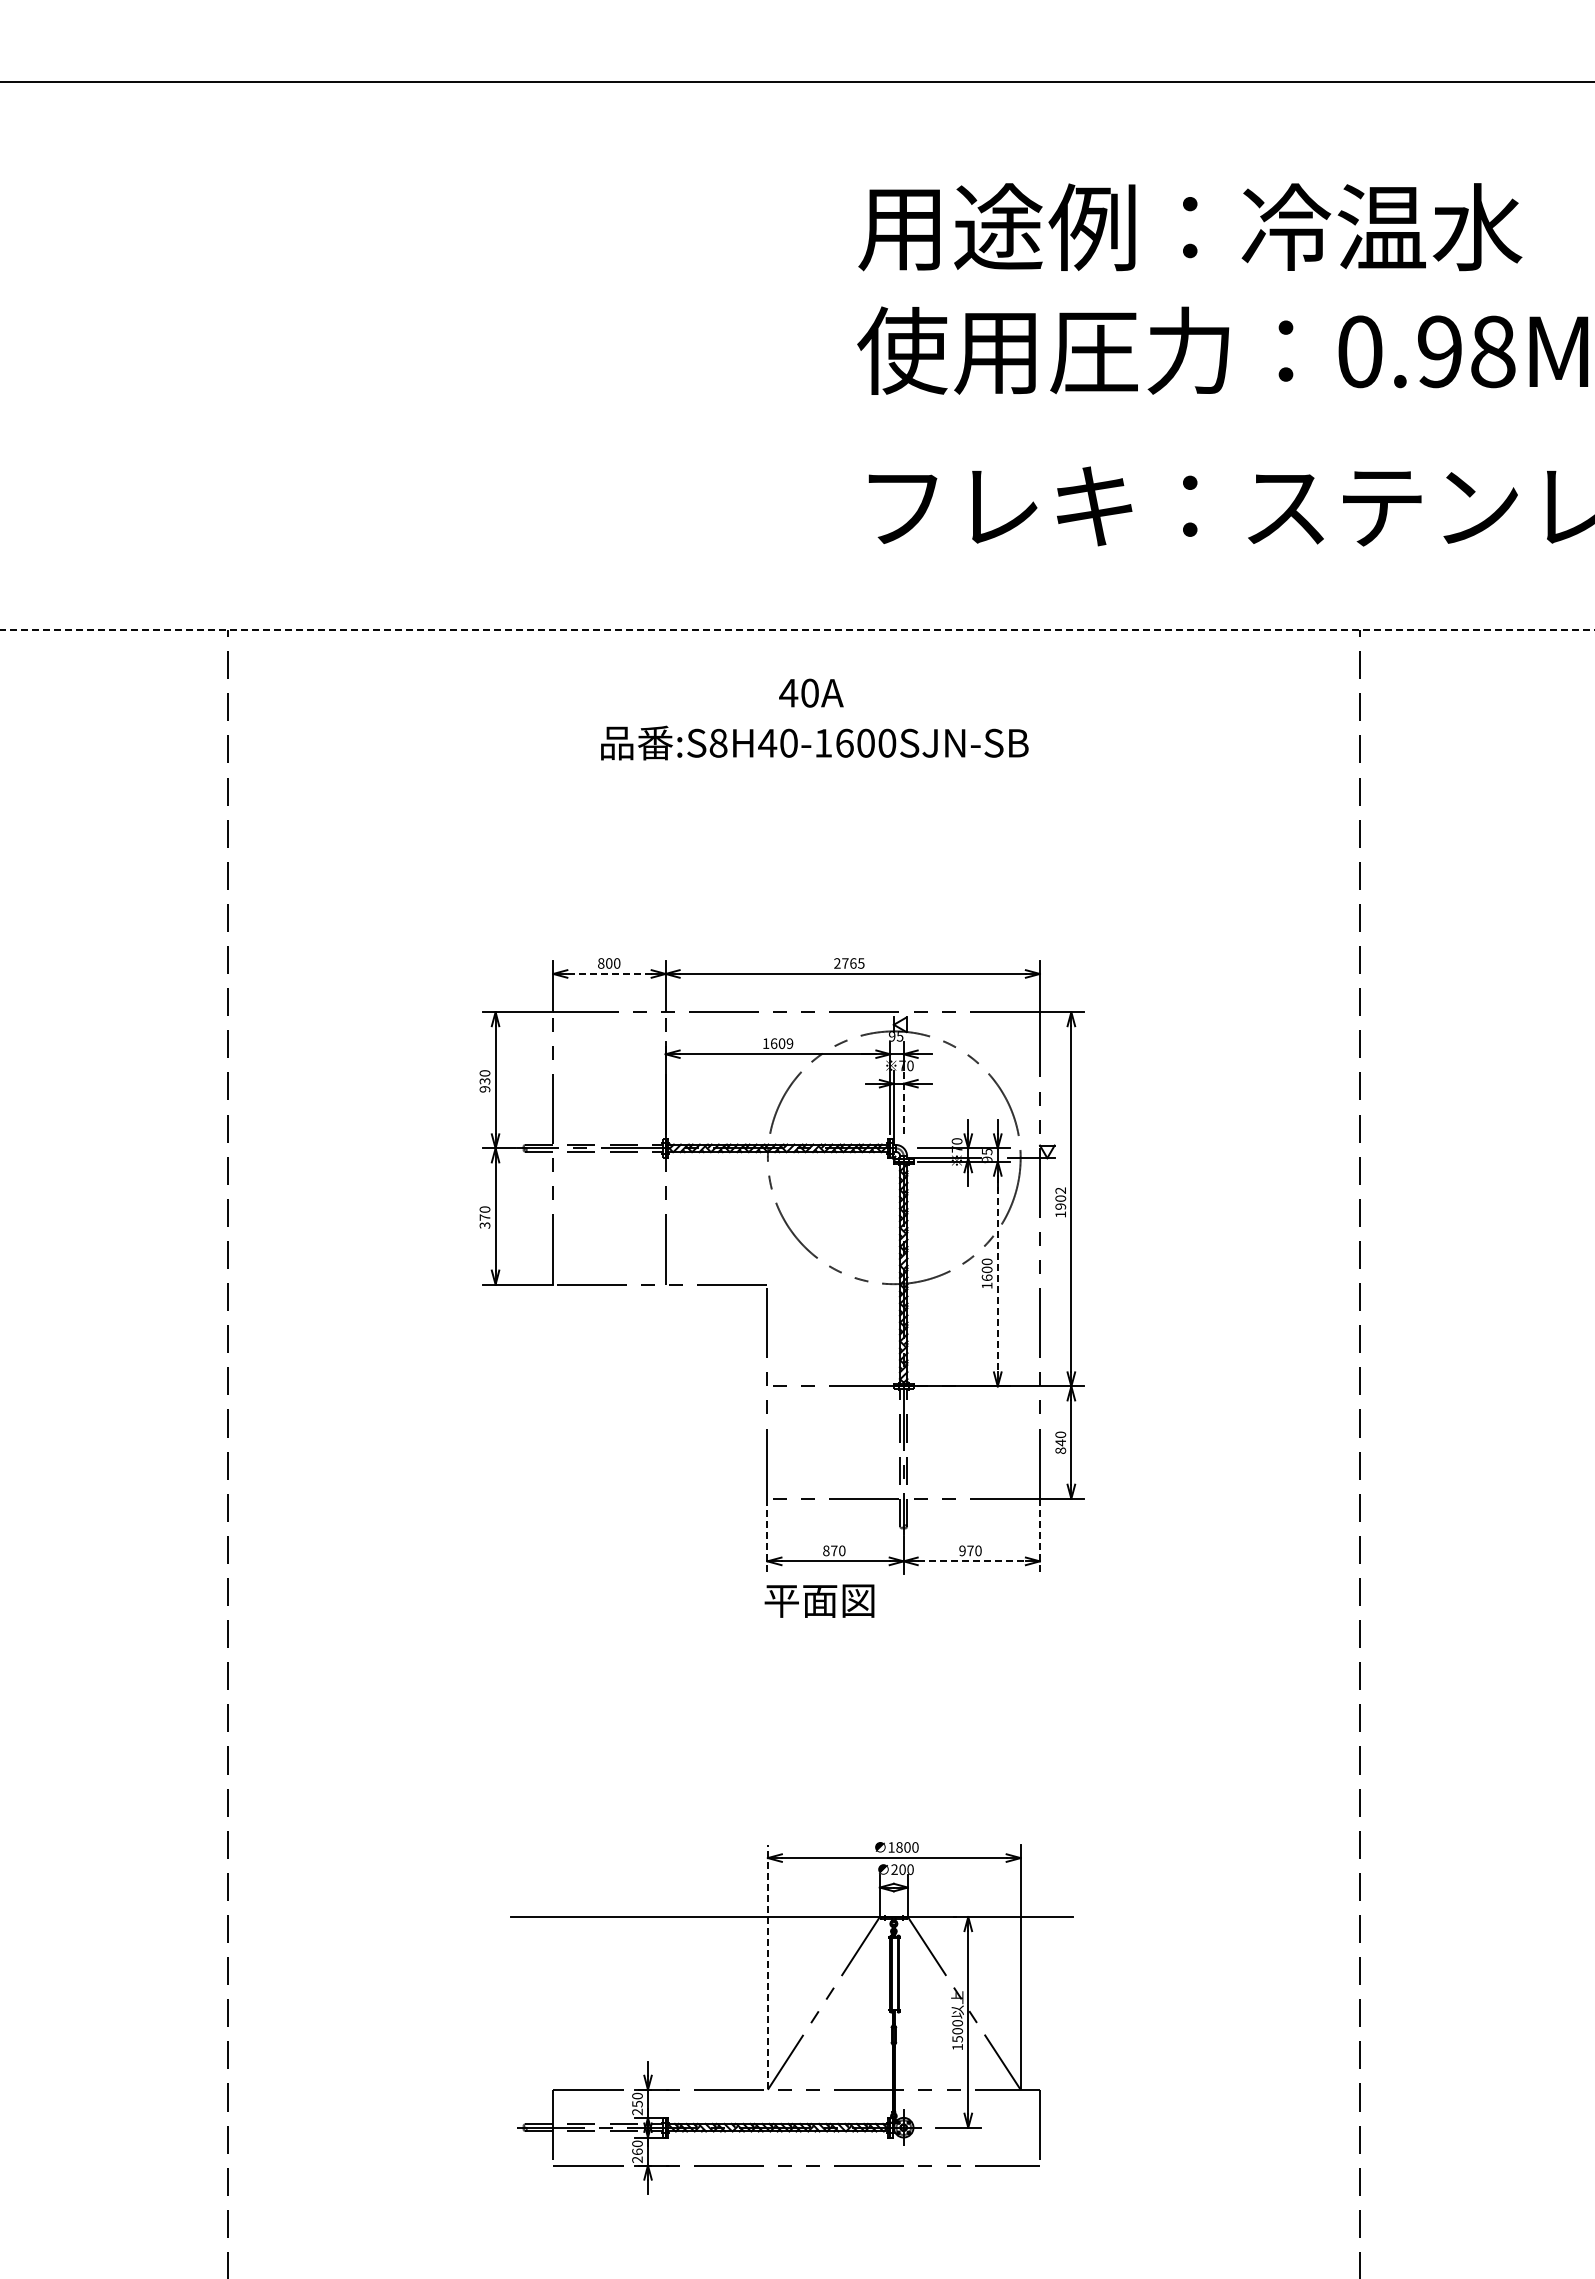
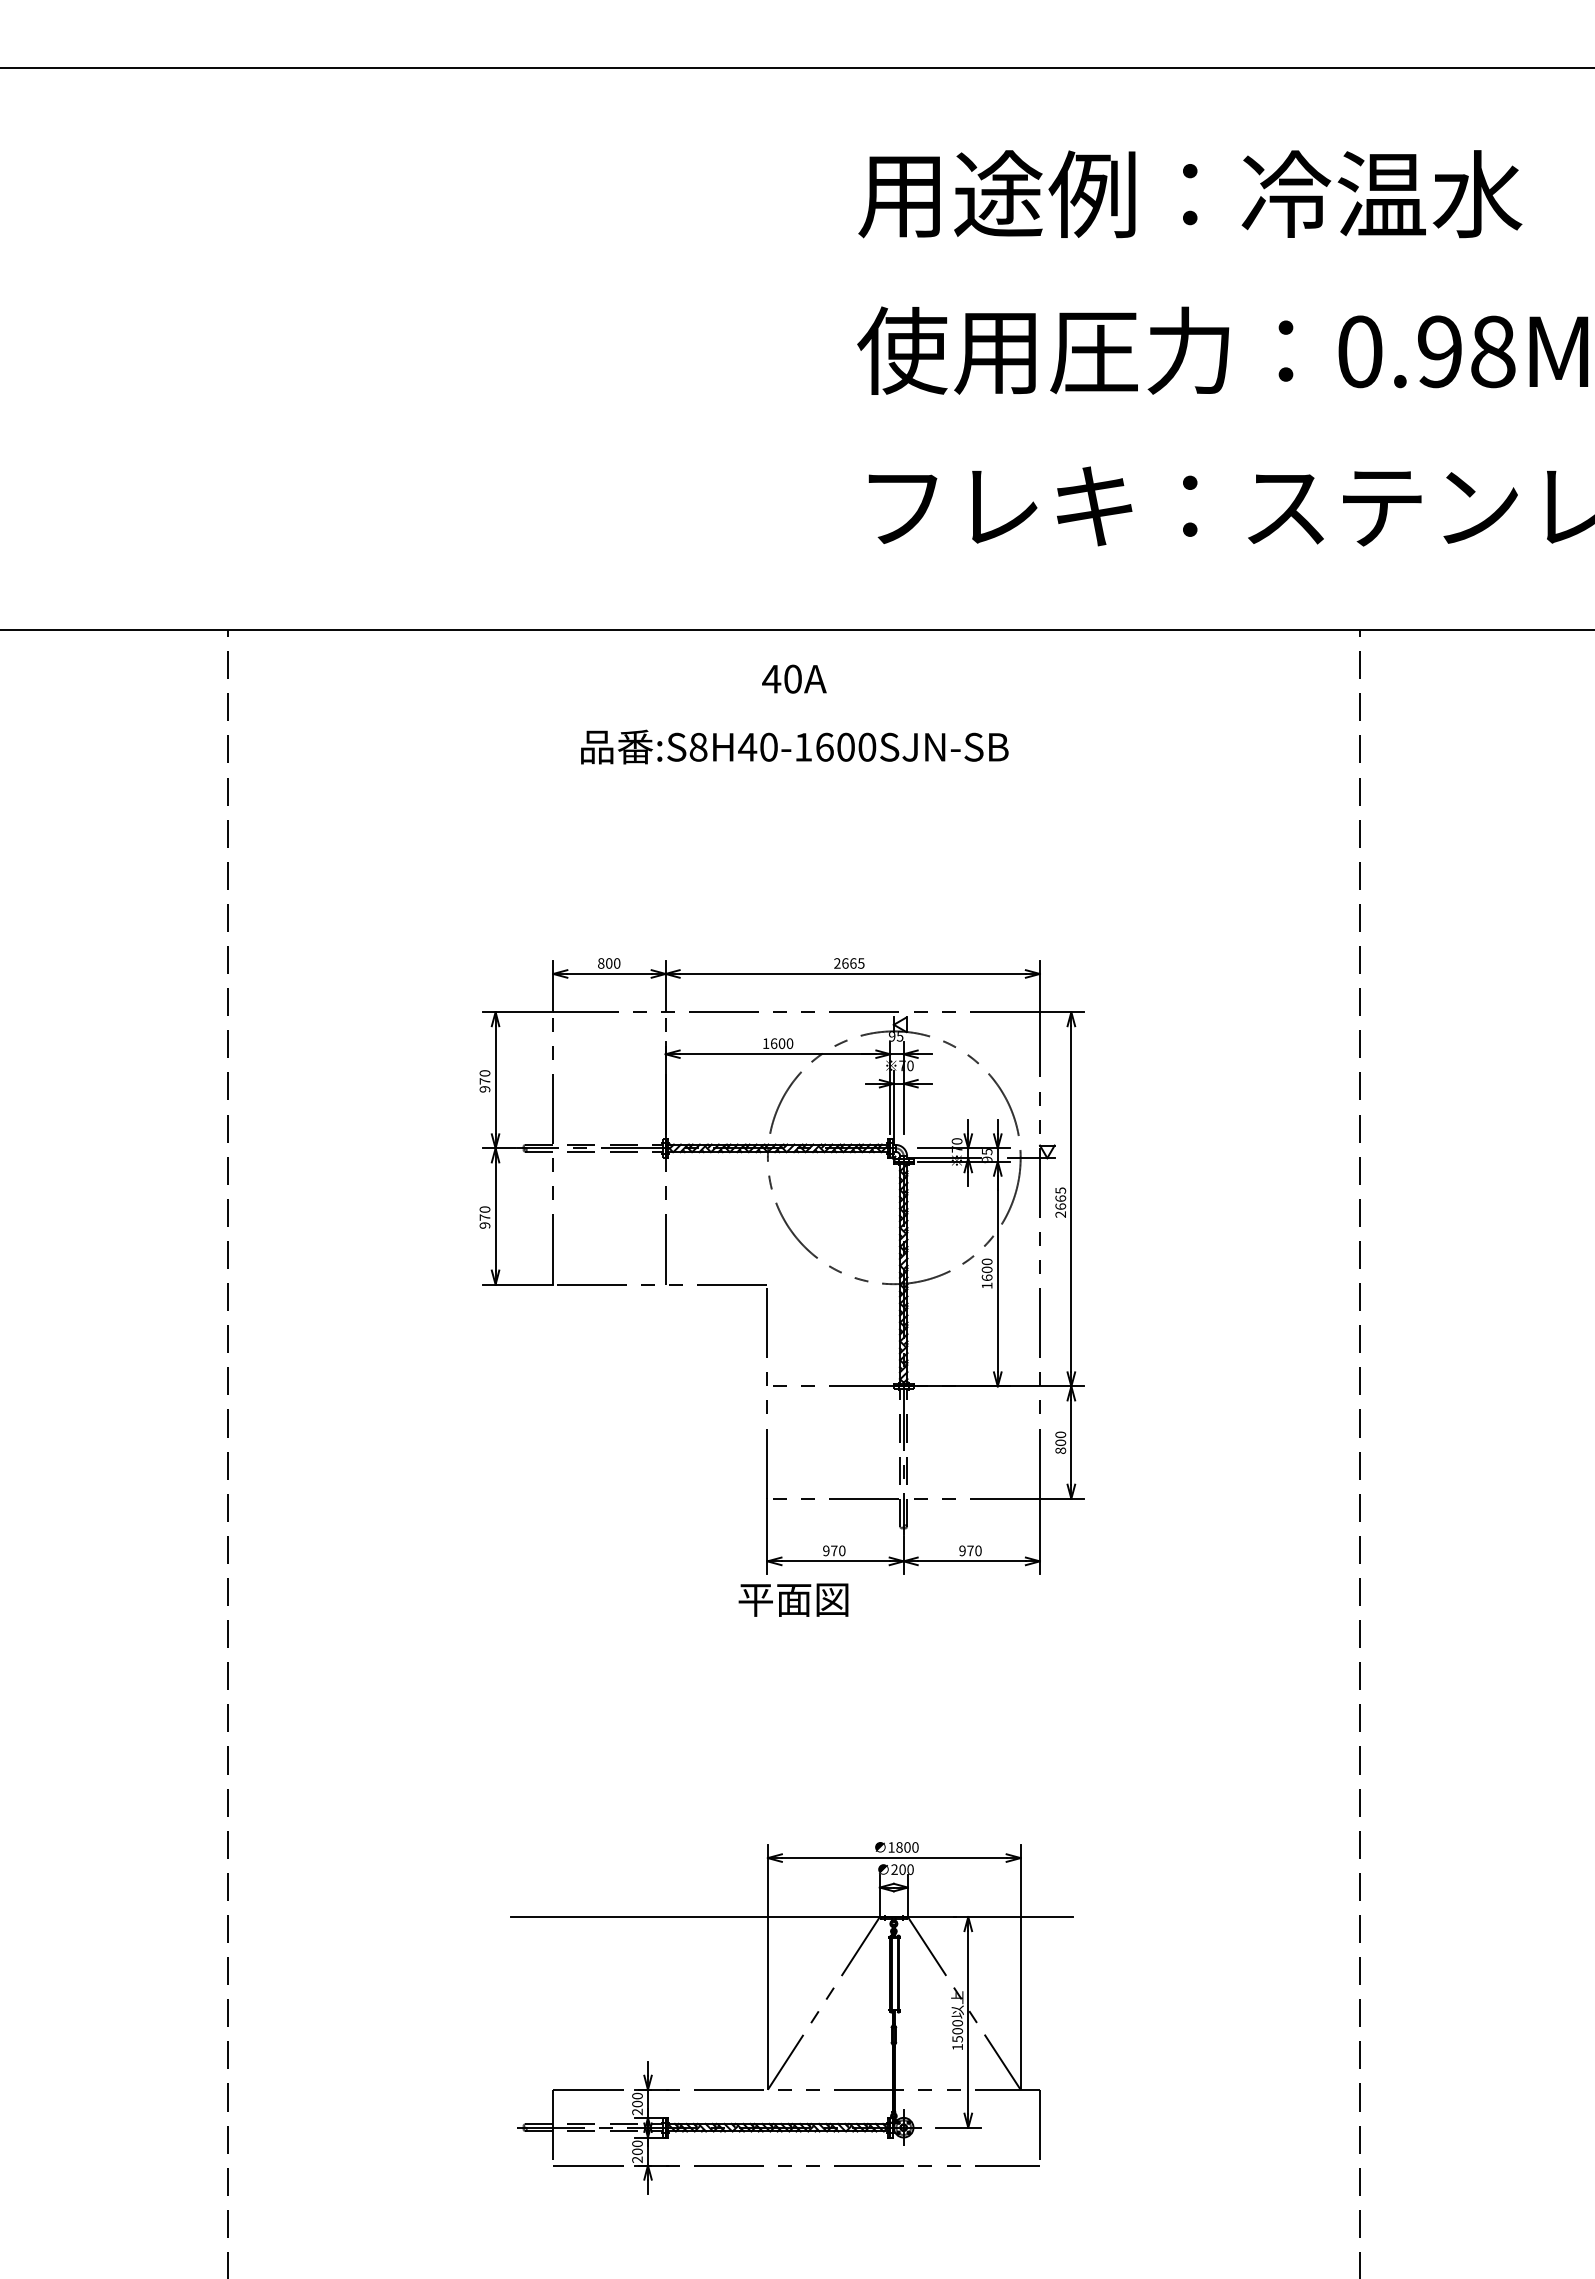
line at (796, 82) position: (796, 82) -> (796, 68)
text at (1190, 227) position: (1190, 227) -> (1190, 194)
line at (797, 630): dashed -> solid
text at (811, 692) position: (811, 692) -> (794, 678)
text at (814, 742) position: (814, 742) -> (794, 746)
text at (845, 963): 2765 -> 2665
line at (609, 973): dashed -> solid
text at (789, 1043): 1609 -> 1600
text at (484, 1081): 930 -> 970
line at (903, 1102): dashed -> solid
text at (1060, 1202): 1902 -> 2665
text at (484, 1225): 370 -> 970
line at (997, 1274): dashed -> solid
text at (1060, 1442): 840 -> 800
line at (767, 1537): dashed -> solid
line at (1039, 1537): dashed -> solid
text at (826, 1550): 870 -> 970
line at (972, 1561): dashed -> solid
text at (819, 1600) position: (819, 1600) -> (793, 1599)
line at (767, 1967): dashed -> solid
text at (637, 2103): 250 -> 200
text at (637, 2151): 260 -> 200
